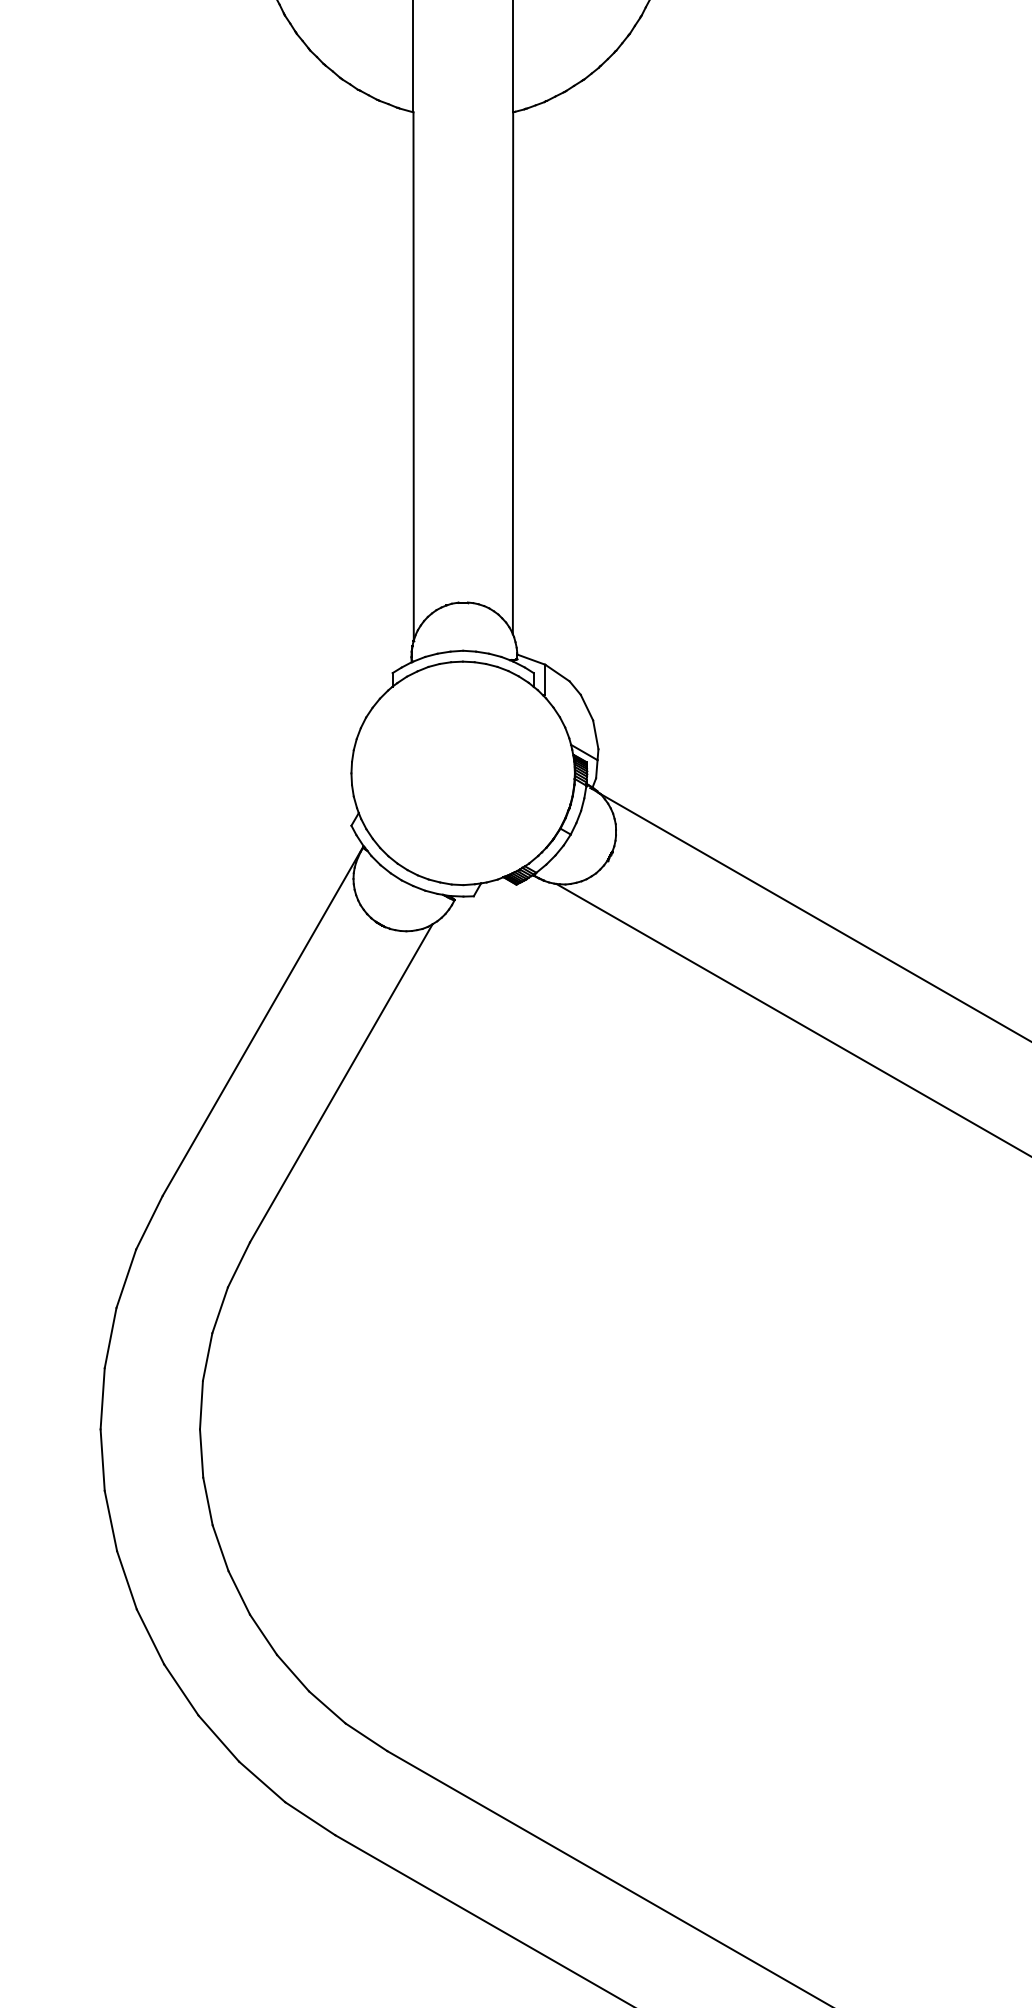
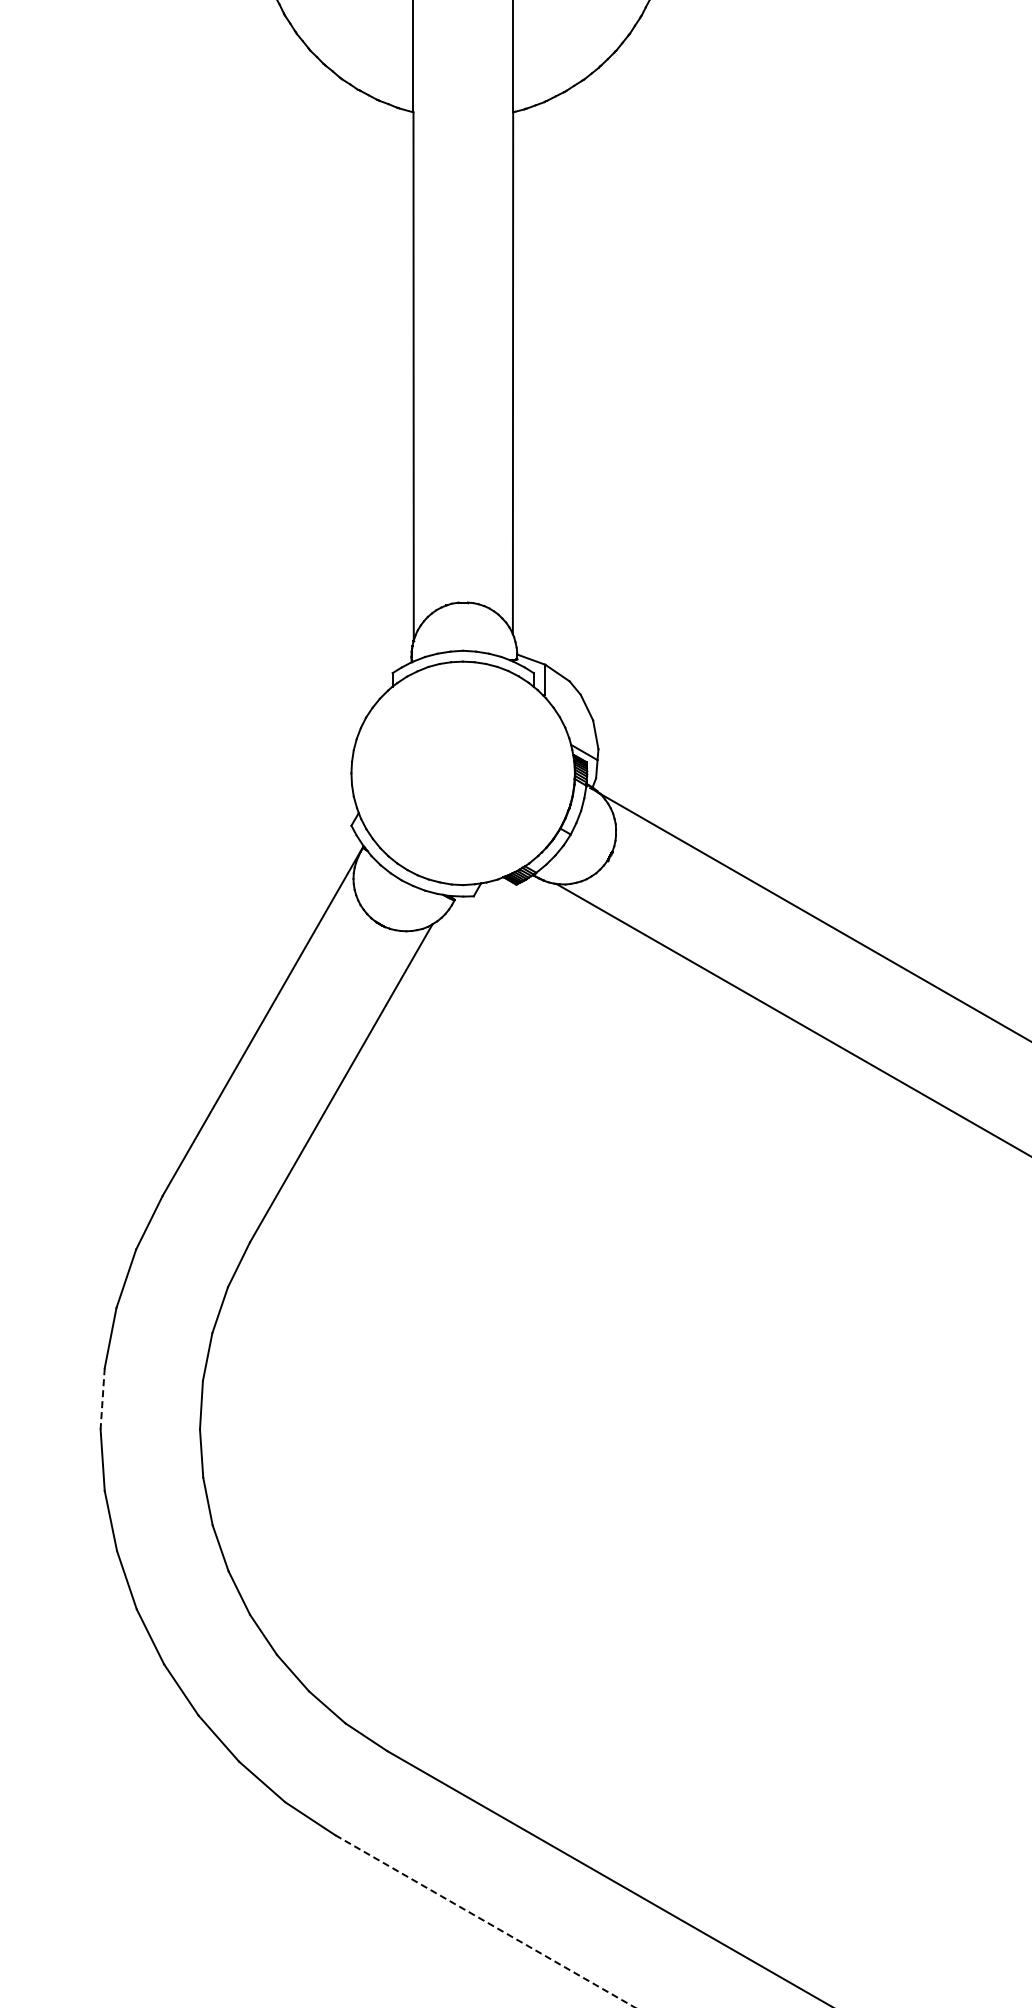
line at (102, 1398): solid -> dashed
line at (485, 1921): solid -> dashed
